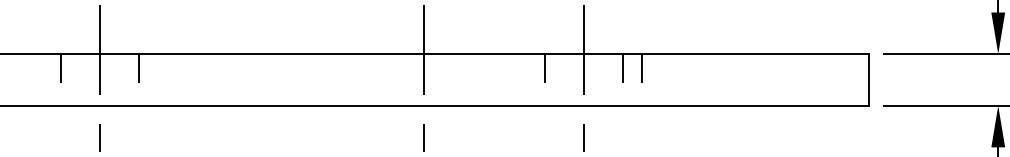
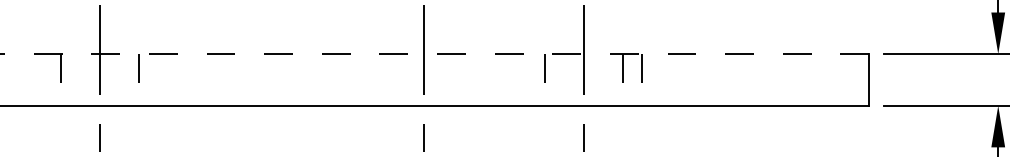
line at (434, 54): solid -> dashed
